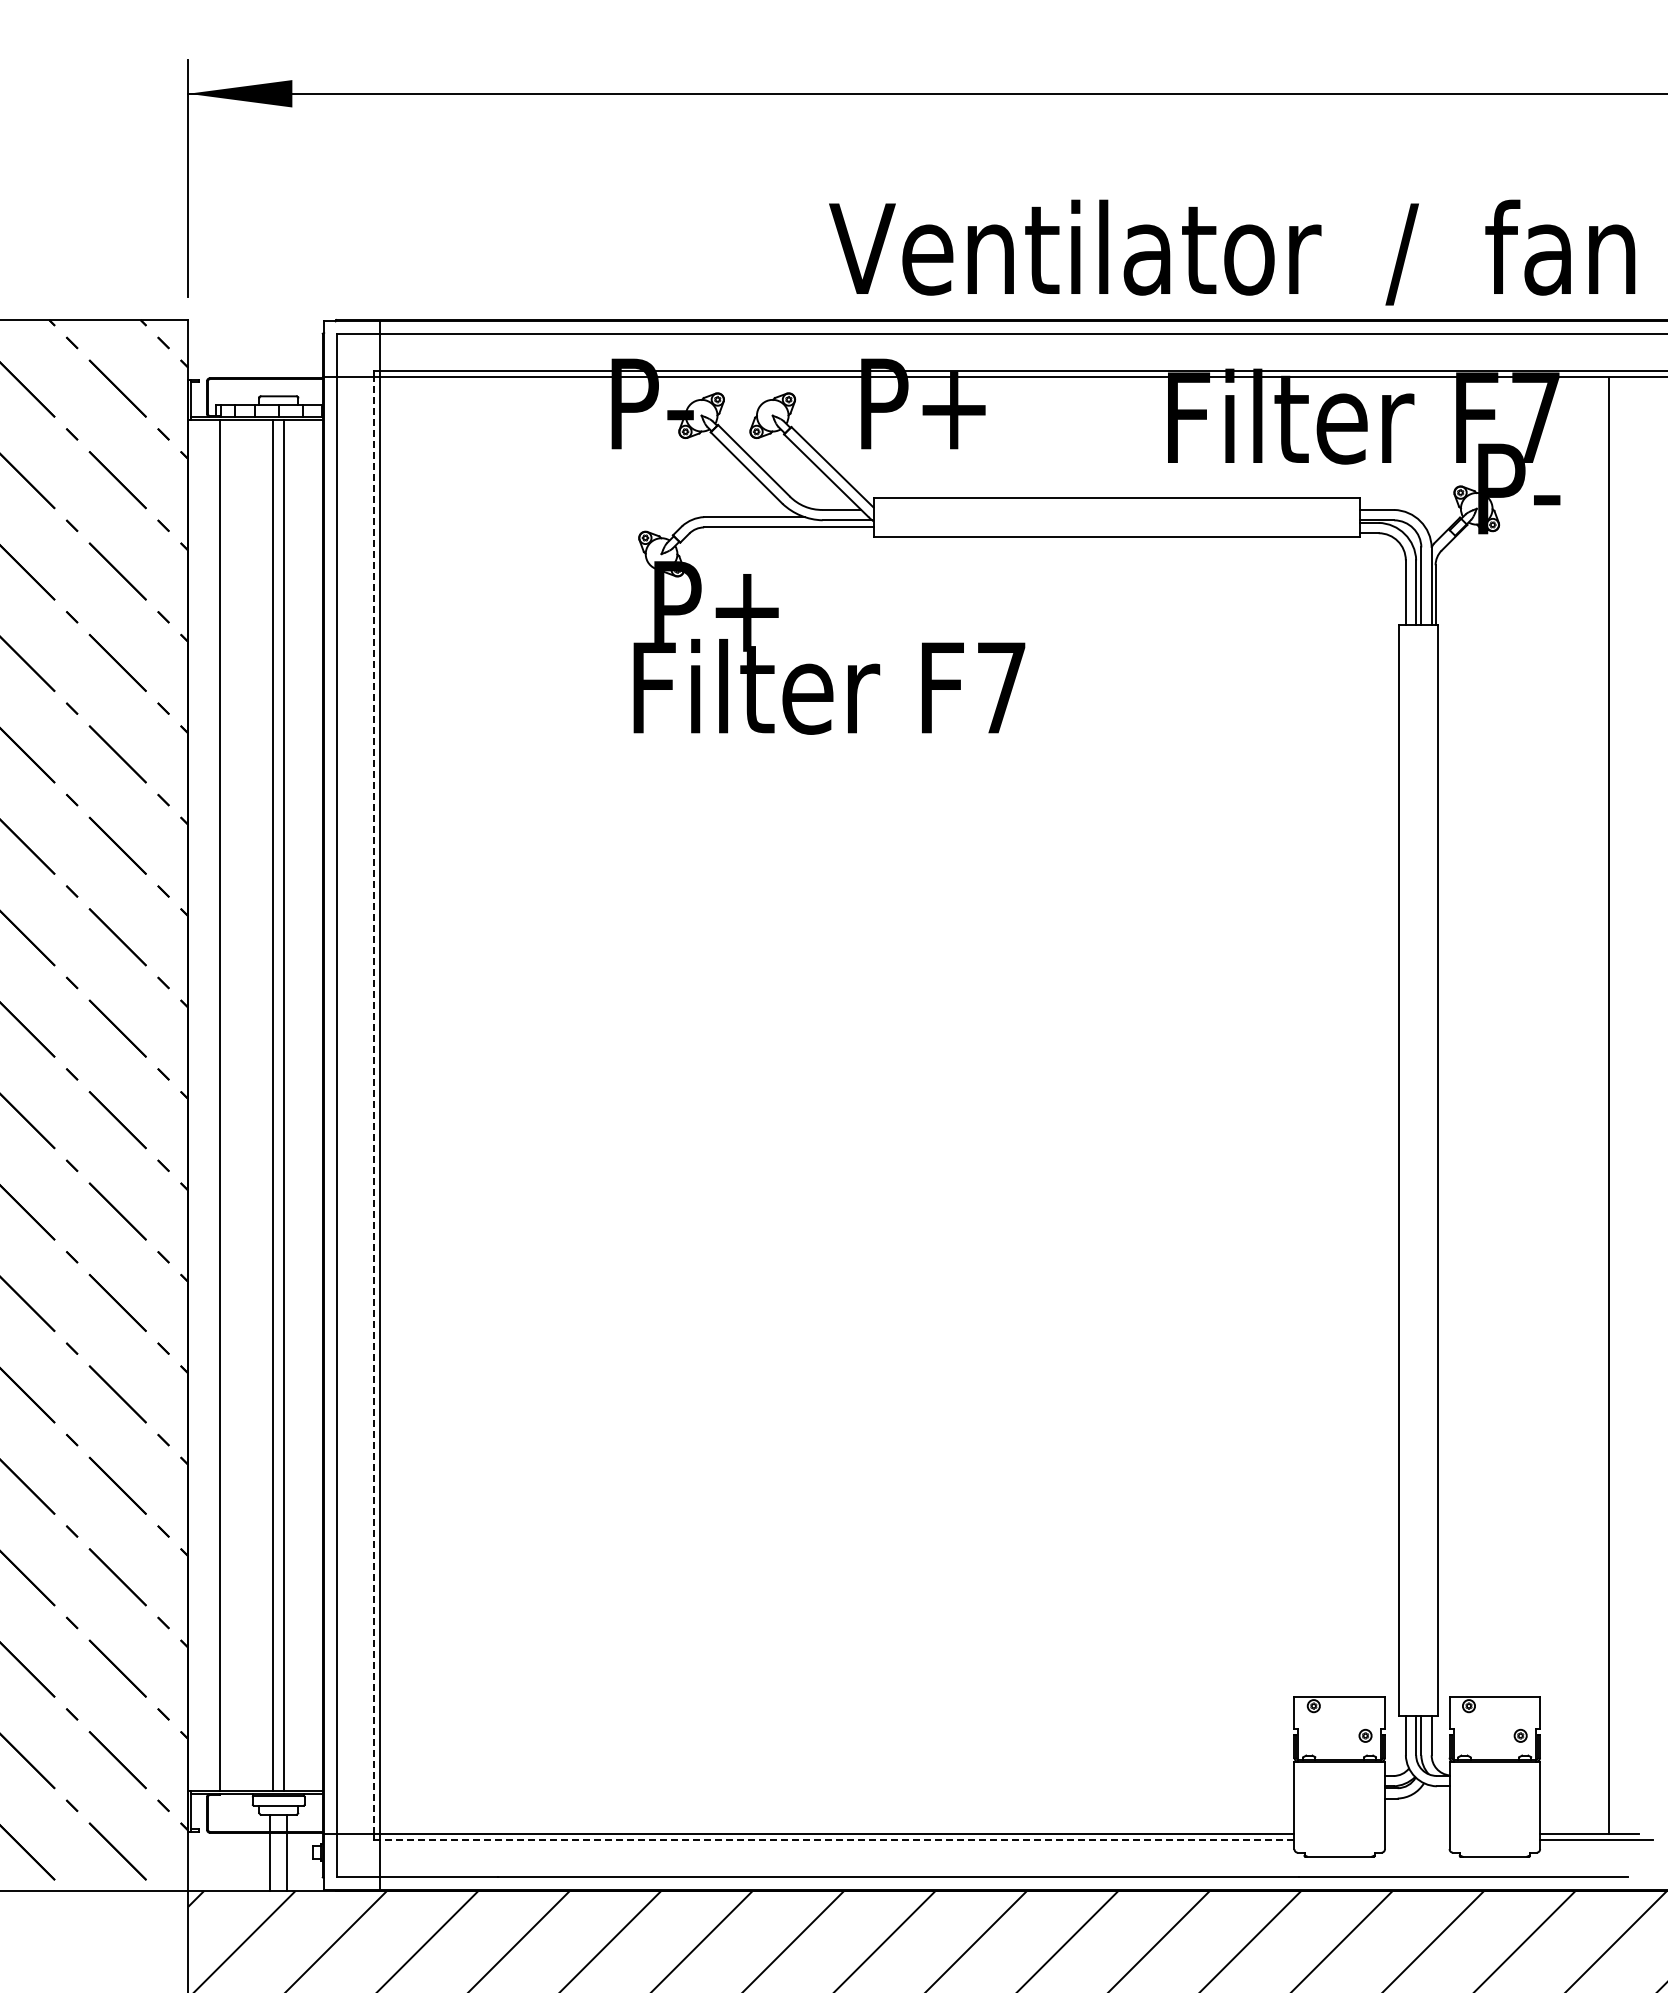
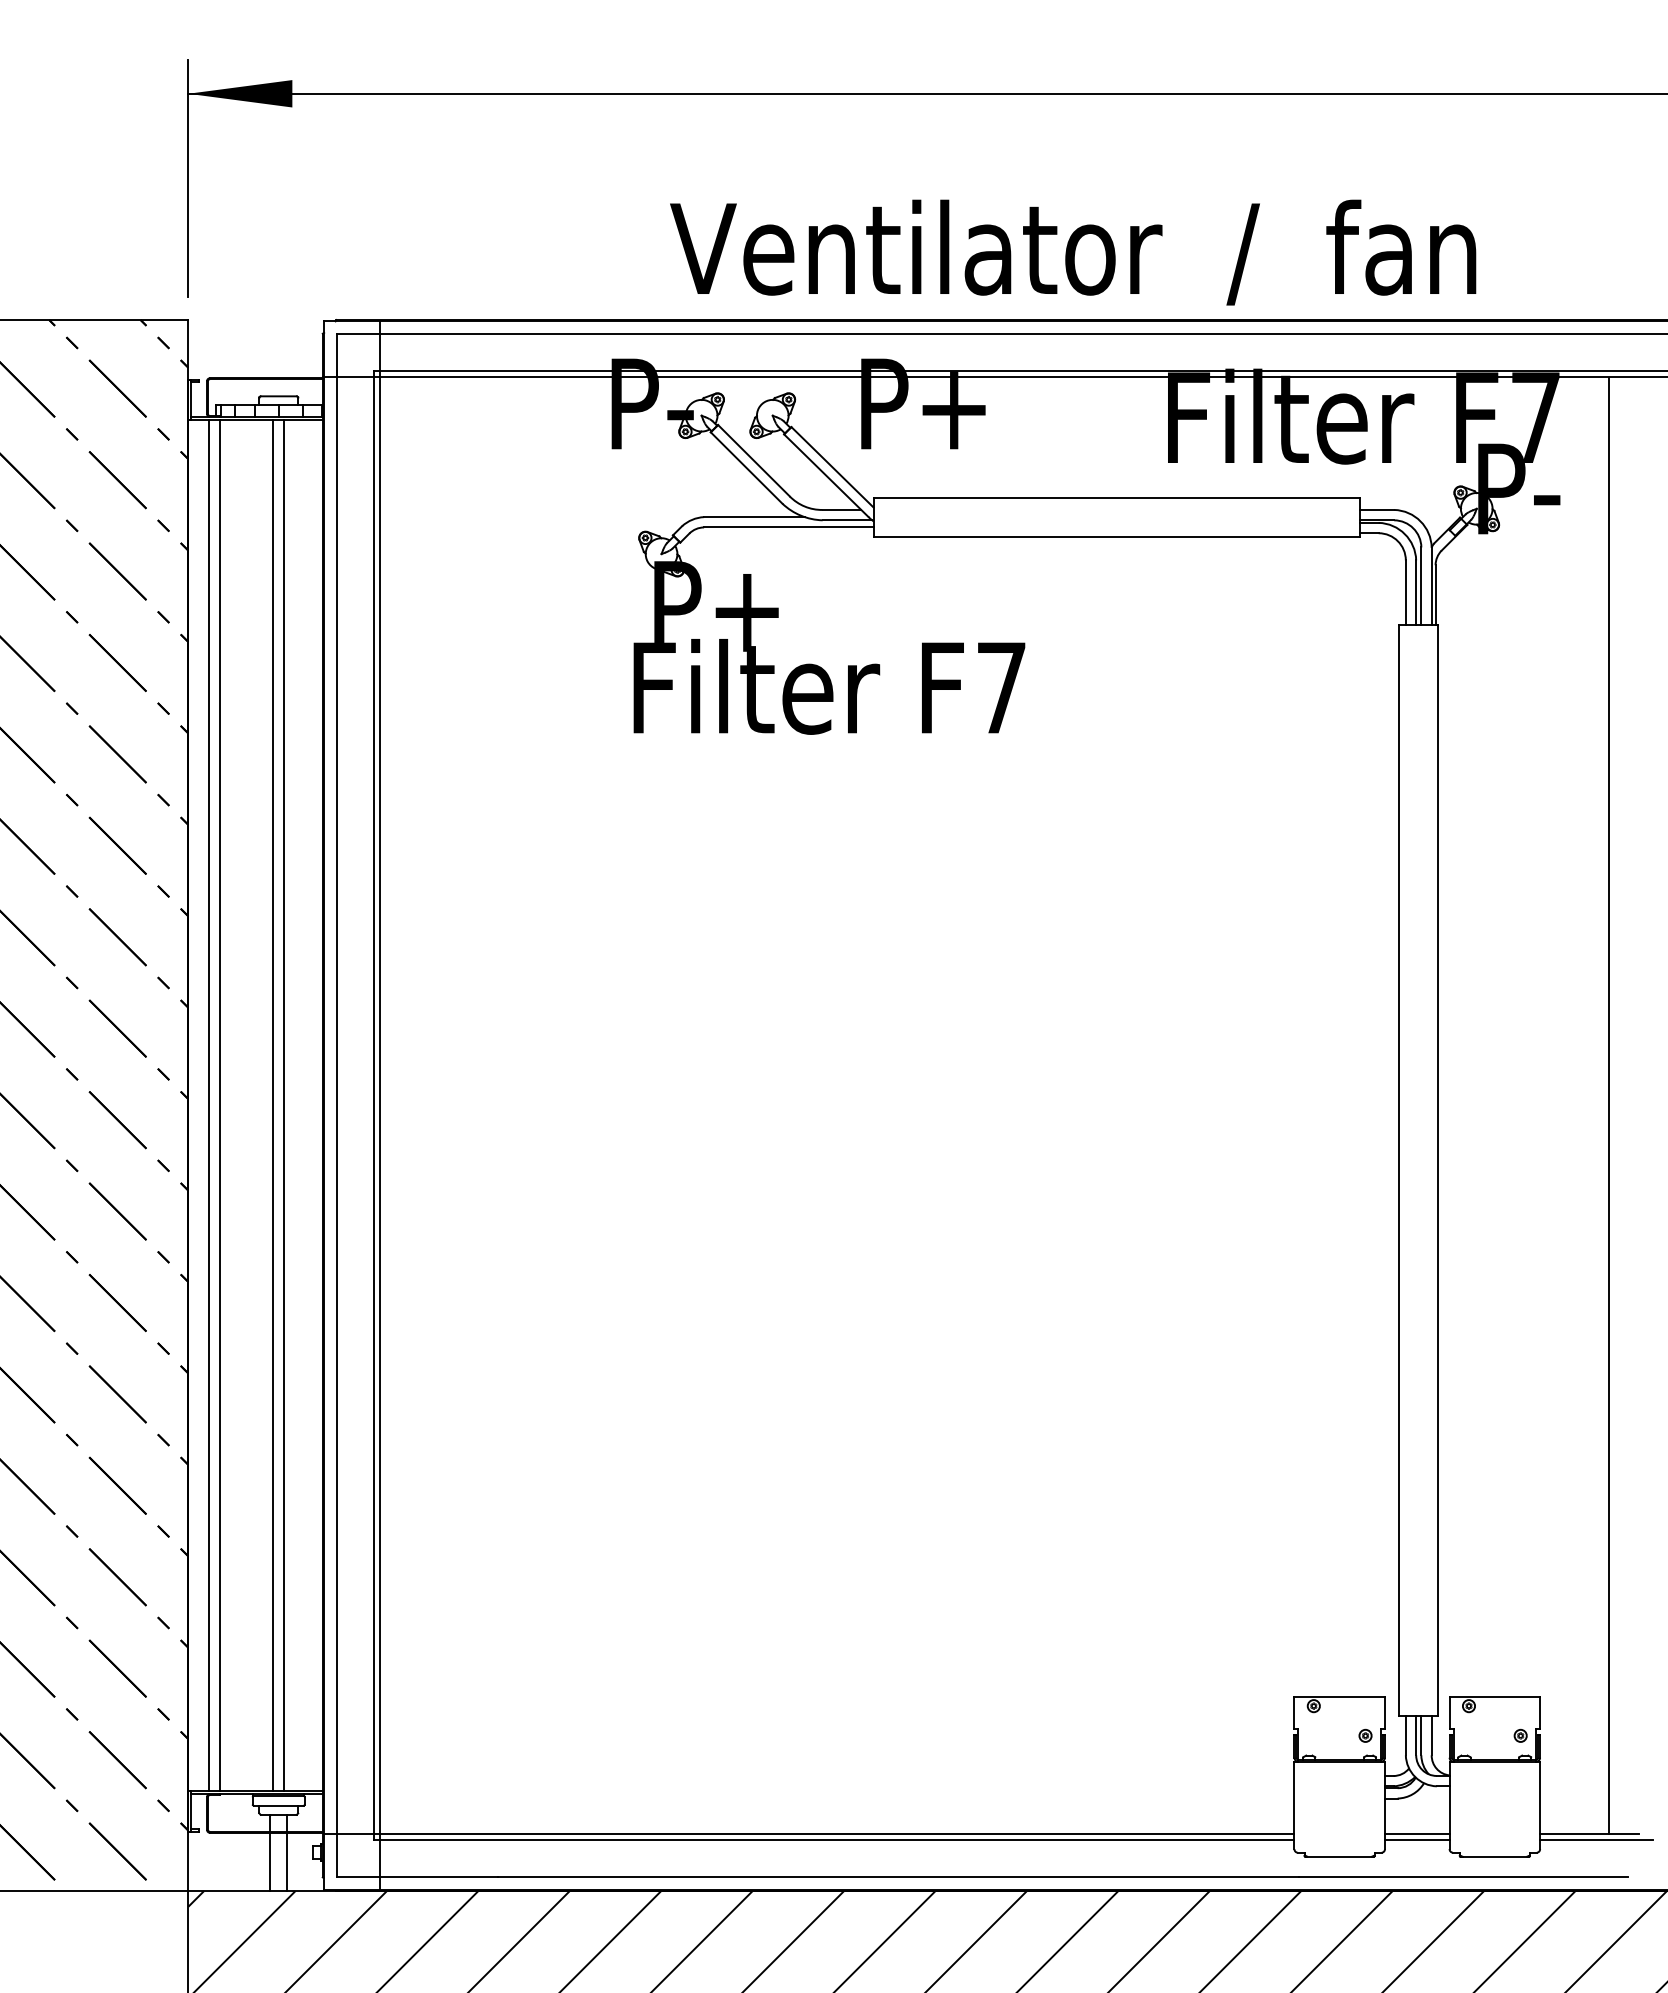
text at (1232, 252) position: (1232, 252) -> (1073, 252)
line at (208, 1105): none -> present
line at (374, 1105): dashed -> solid
line at (1416, 1833): none -> present
line at (836, 1839): dashed -> solid
line at (1416, 1839): none -> present
